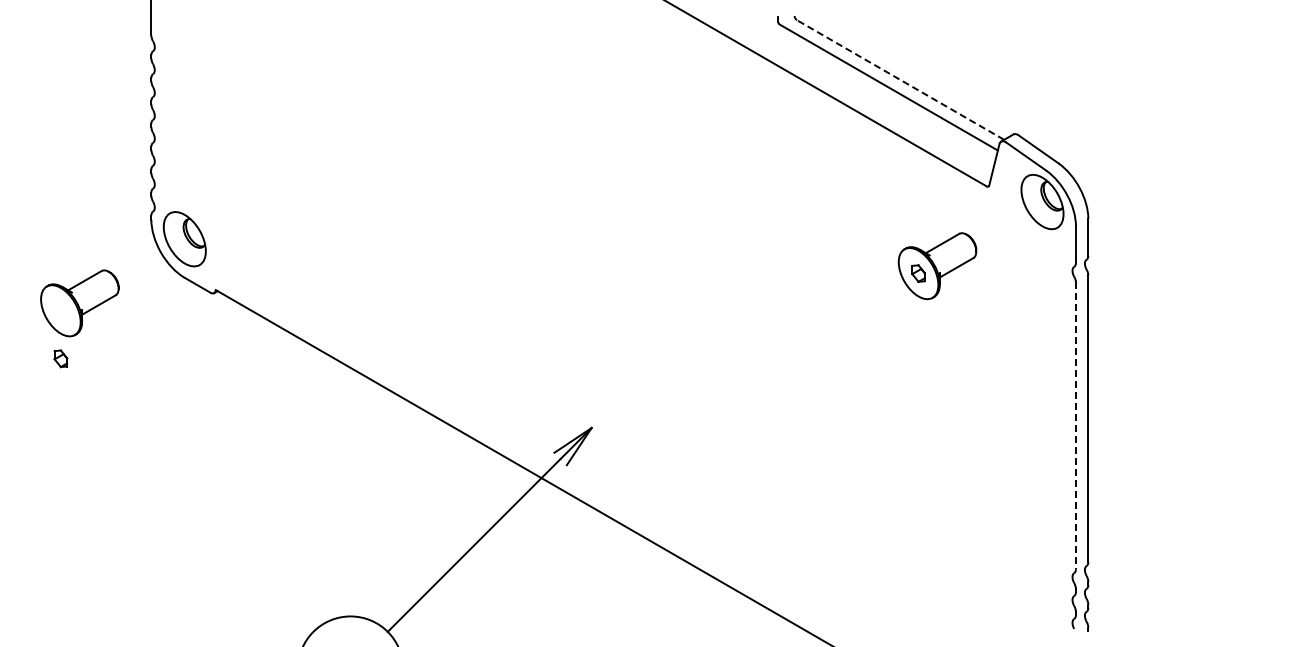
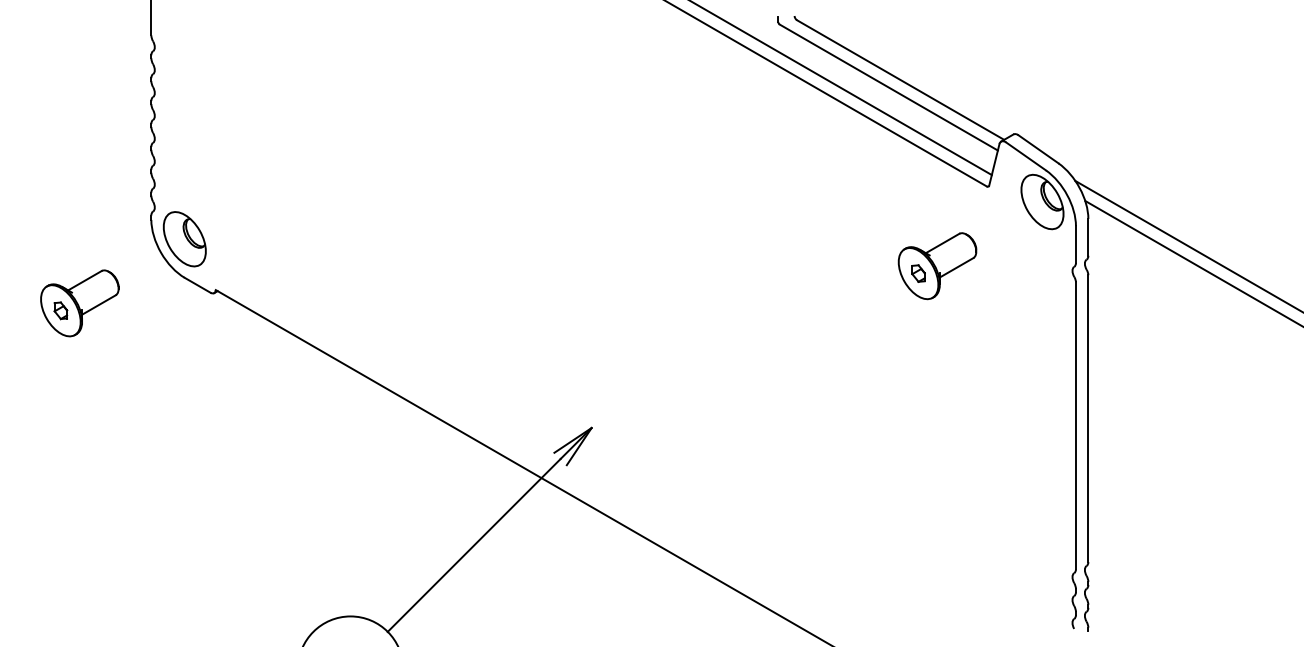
line at (900, 80): dashed -> solid
line at (841, 88): none -> present
line at (1187, 245): none -> present
line at (1192, 262): none -> present
part at (60, 358) position: (60, 358) -> (60, 310)
line at (1075, 426): dashed -> solid
